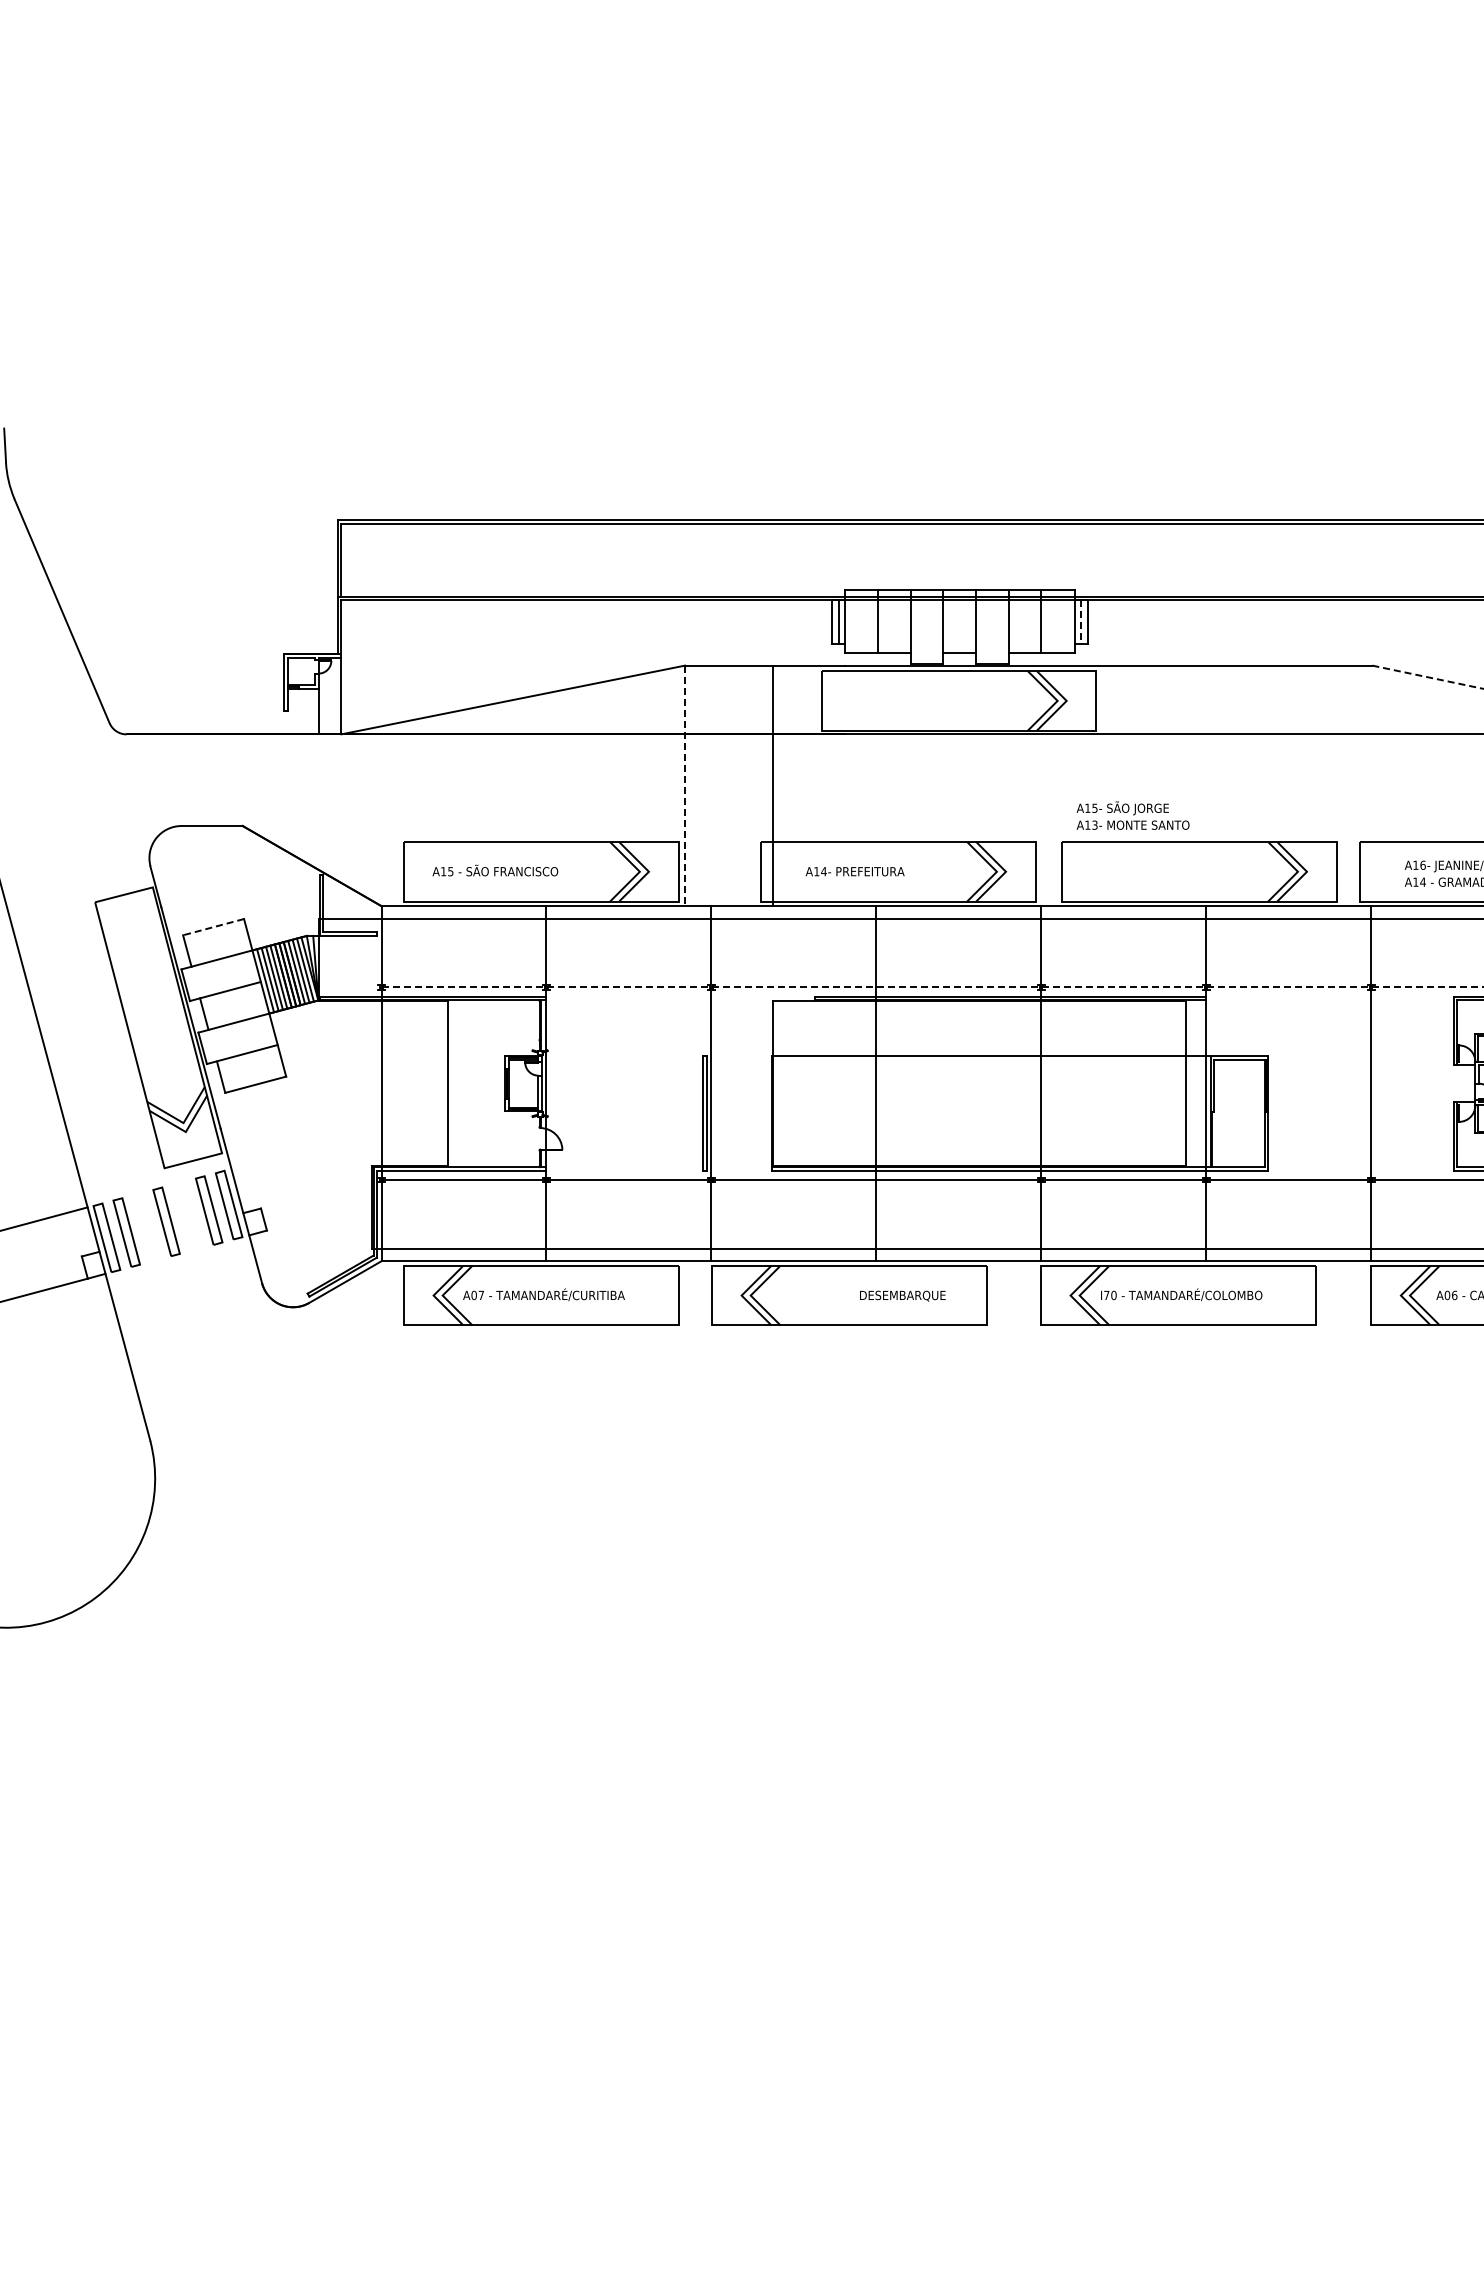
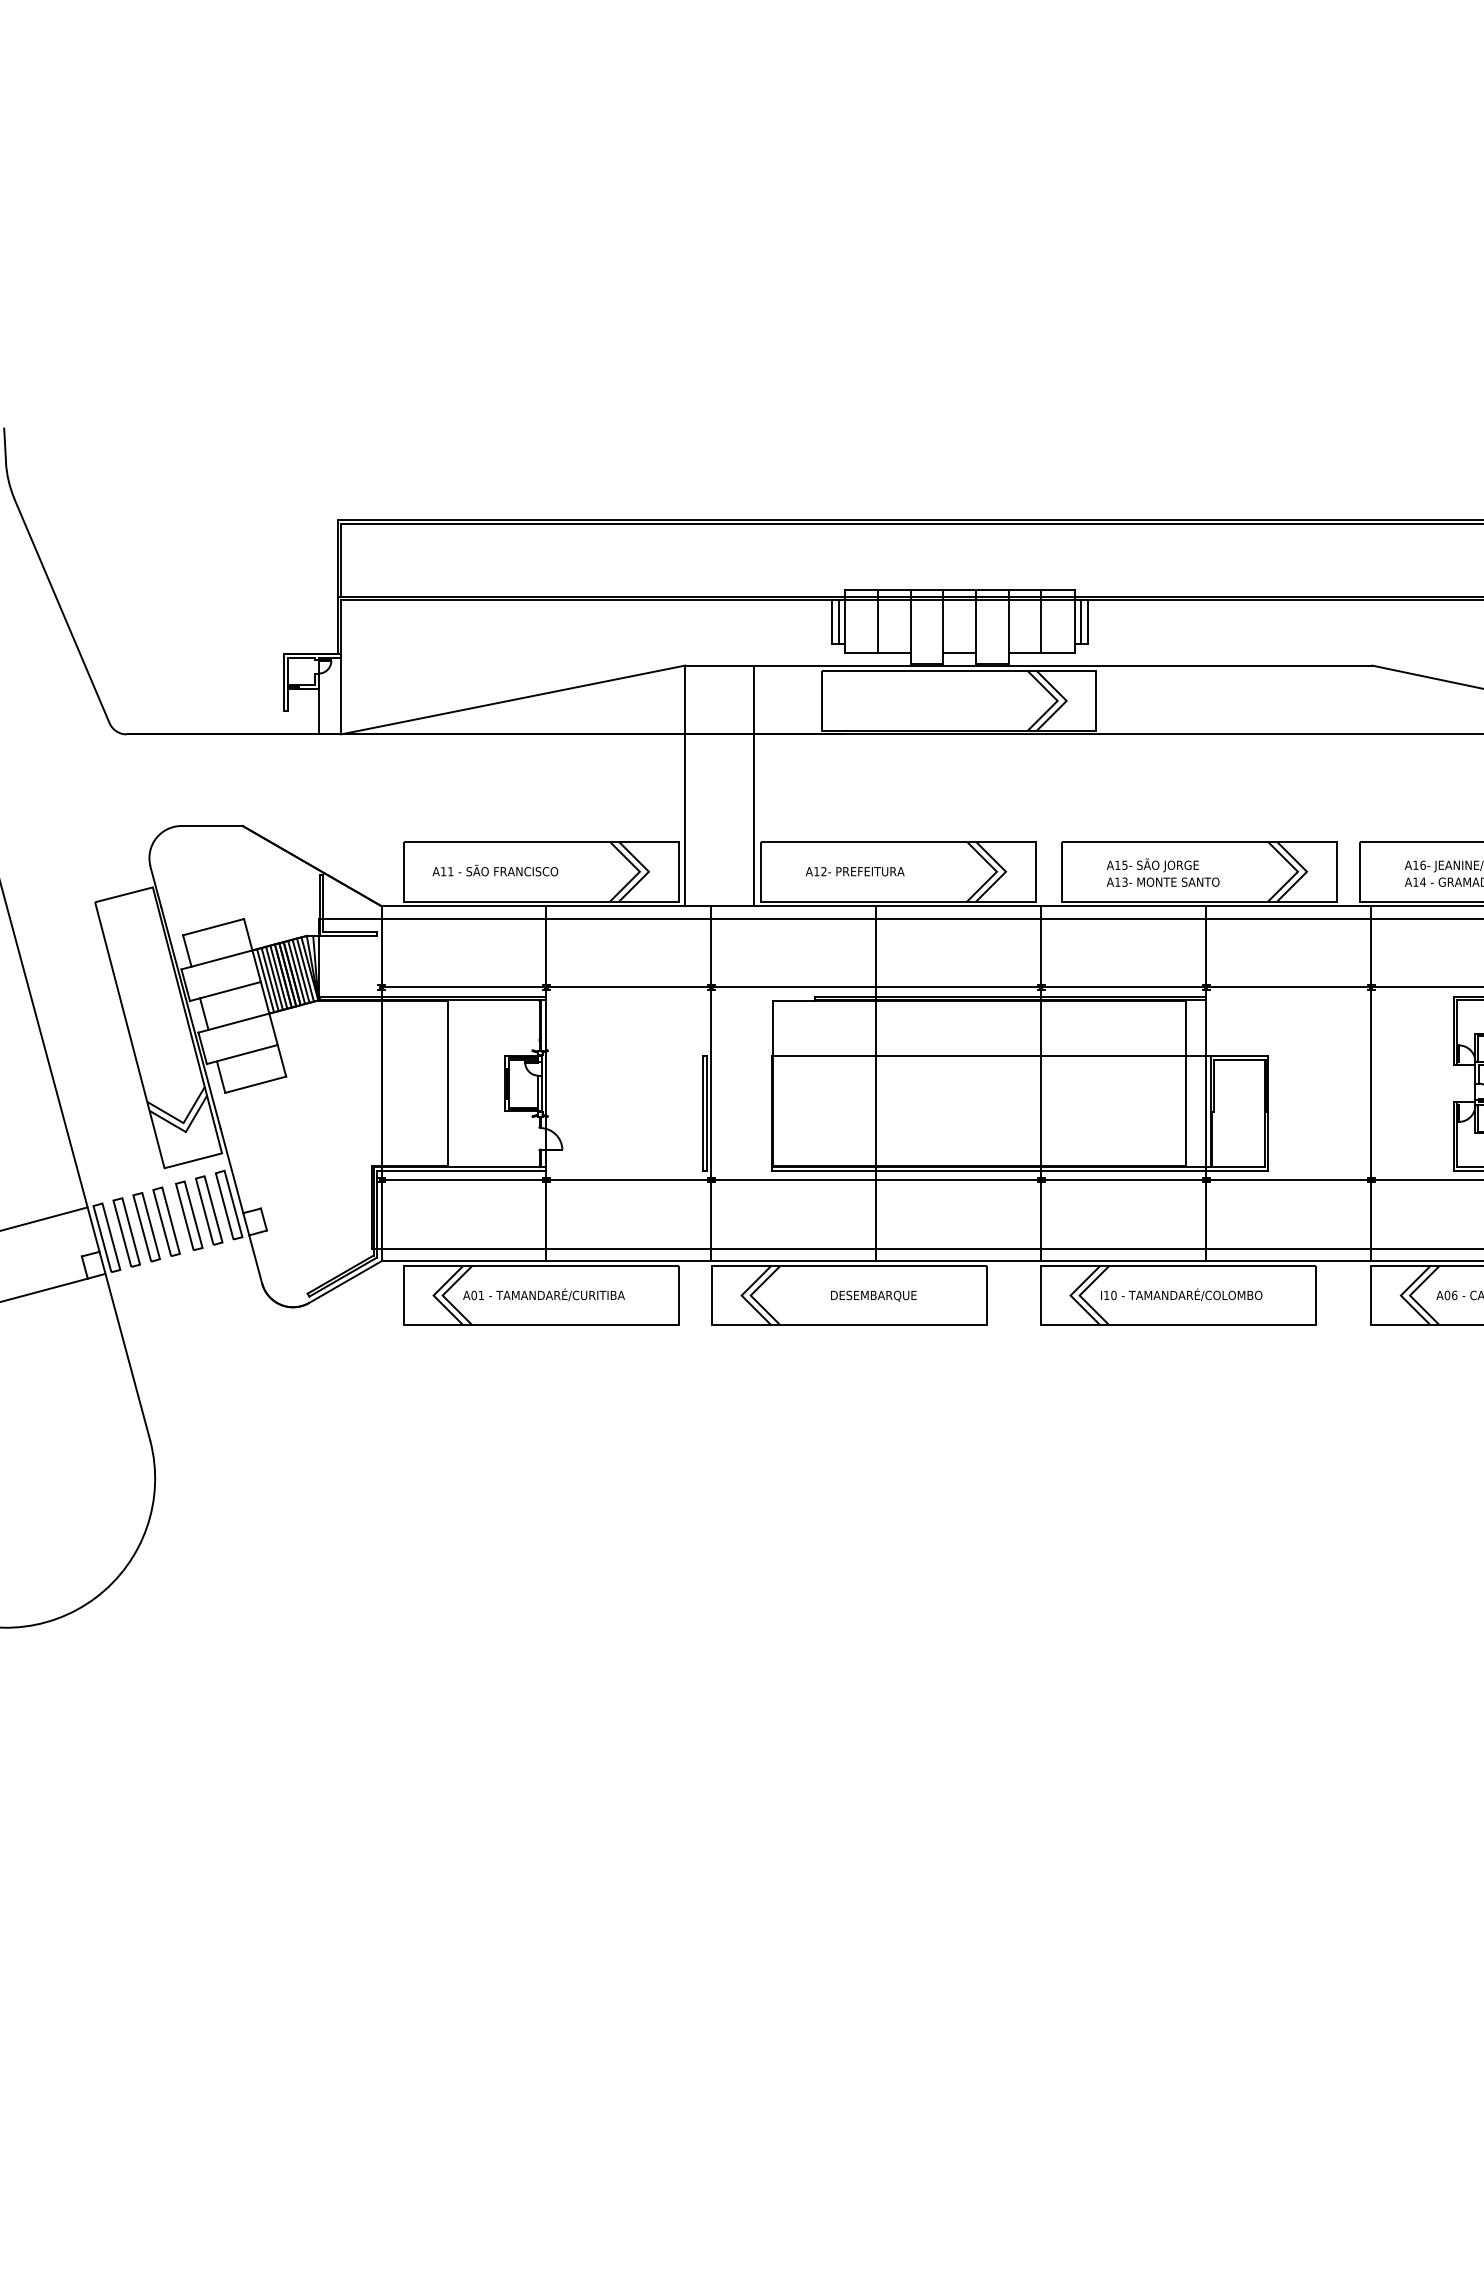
line at (1081, 621): dashed -> solid
line at (1428, 677): dashed -> solid
line at (772, 785) position: (772, 785) -> (753, 785)
line at (685, 786): dashed -> solid
text at (1132, 815) position: (1132, 815) -> (1162, 872)
text at (450, 871): A15 -> A11
text at (823, 871): A14- -> A12-
line at (213, 927): dashed -> solid
line at (933, 987): dashed -> solid
part at (189, 1215): none -> present
part at (146, 1227): none -> present
text at (480, 1294): A07 -> A01
text at (1106, 1294): I70 -> I10
text at (902, 1295) position: (902, 1295) -> (873, 1295)
